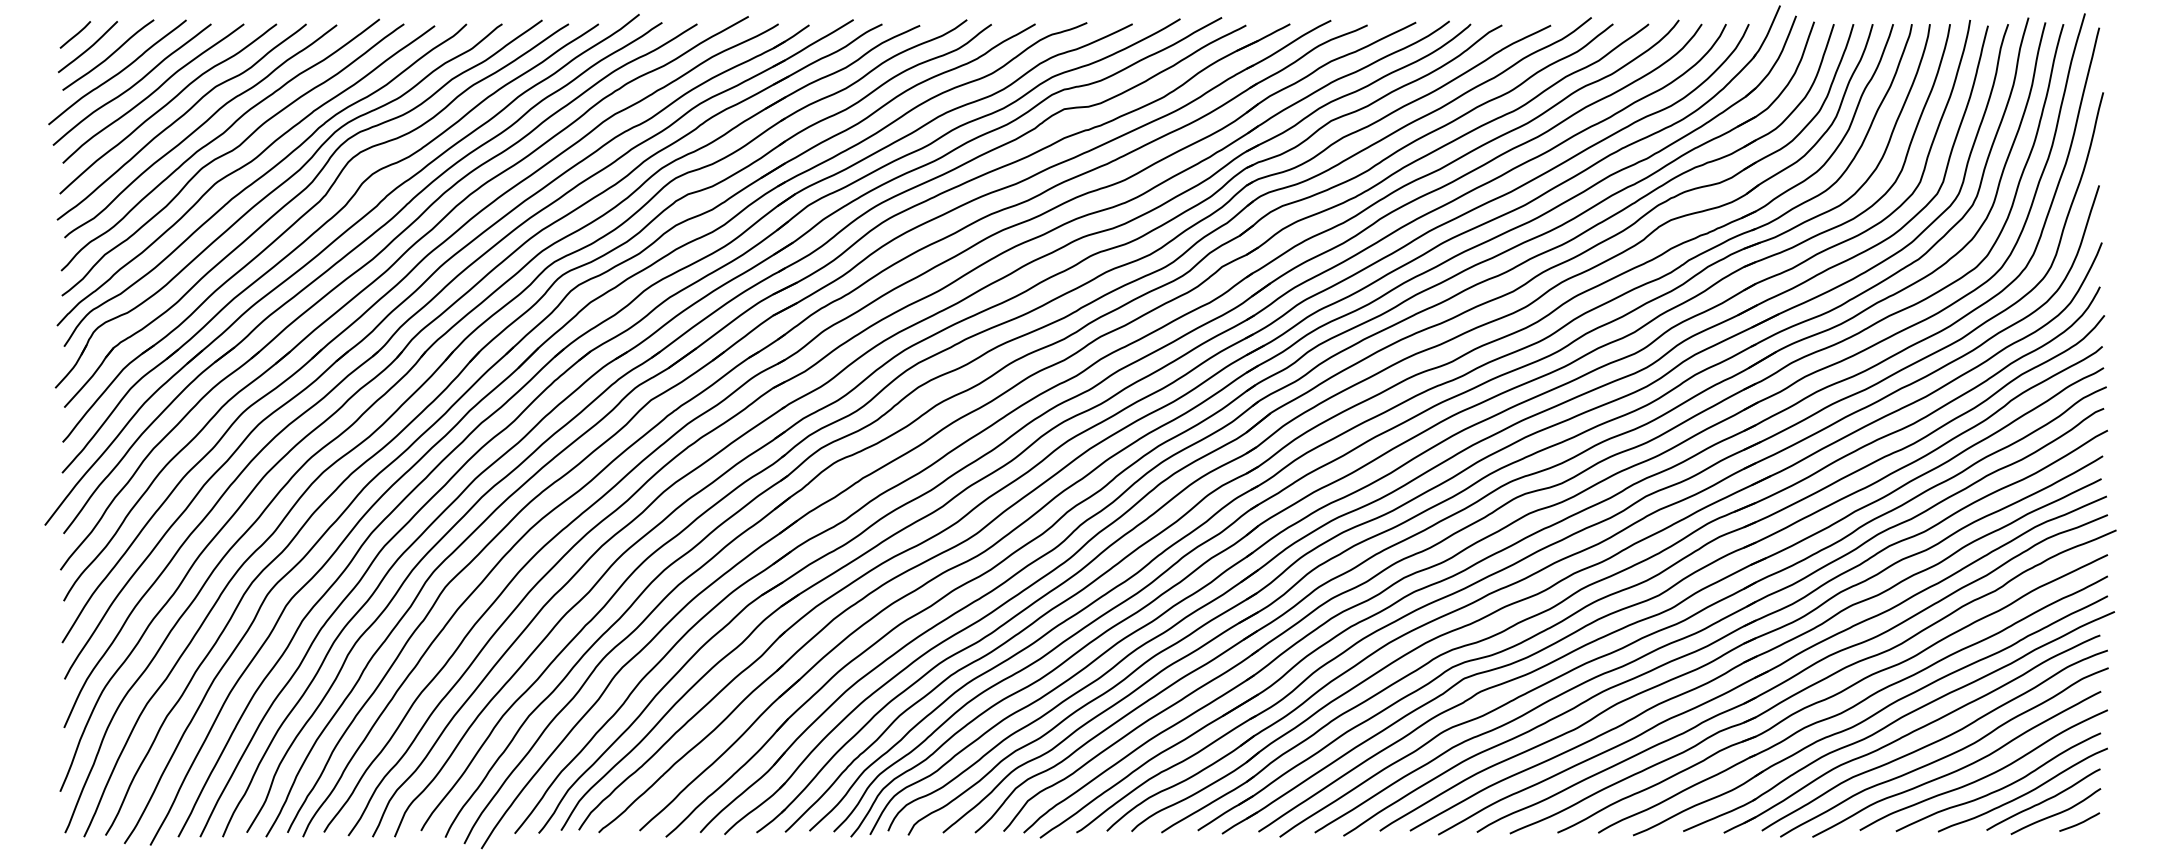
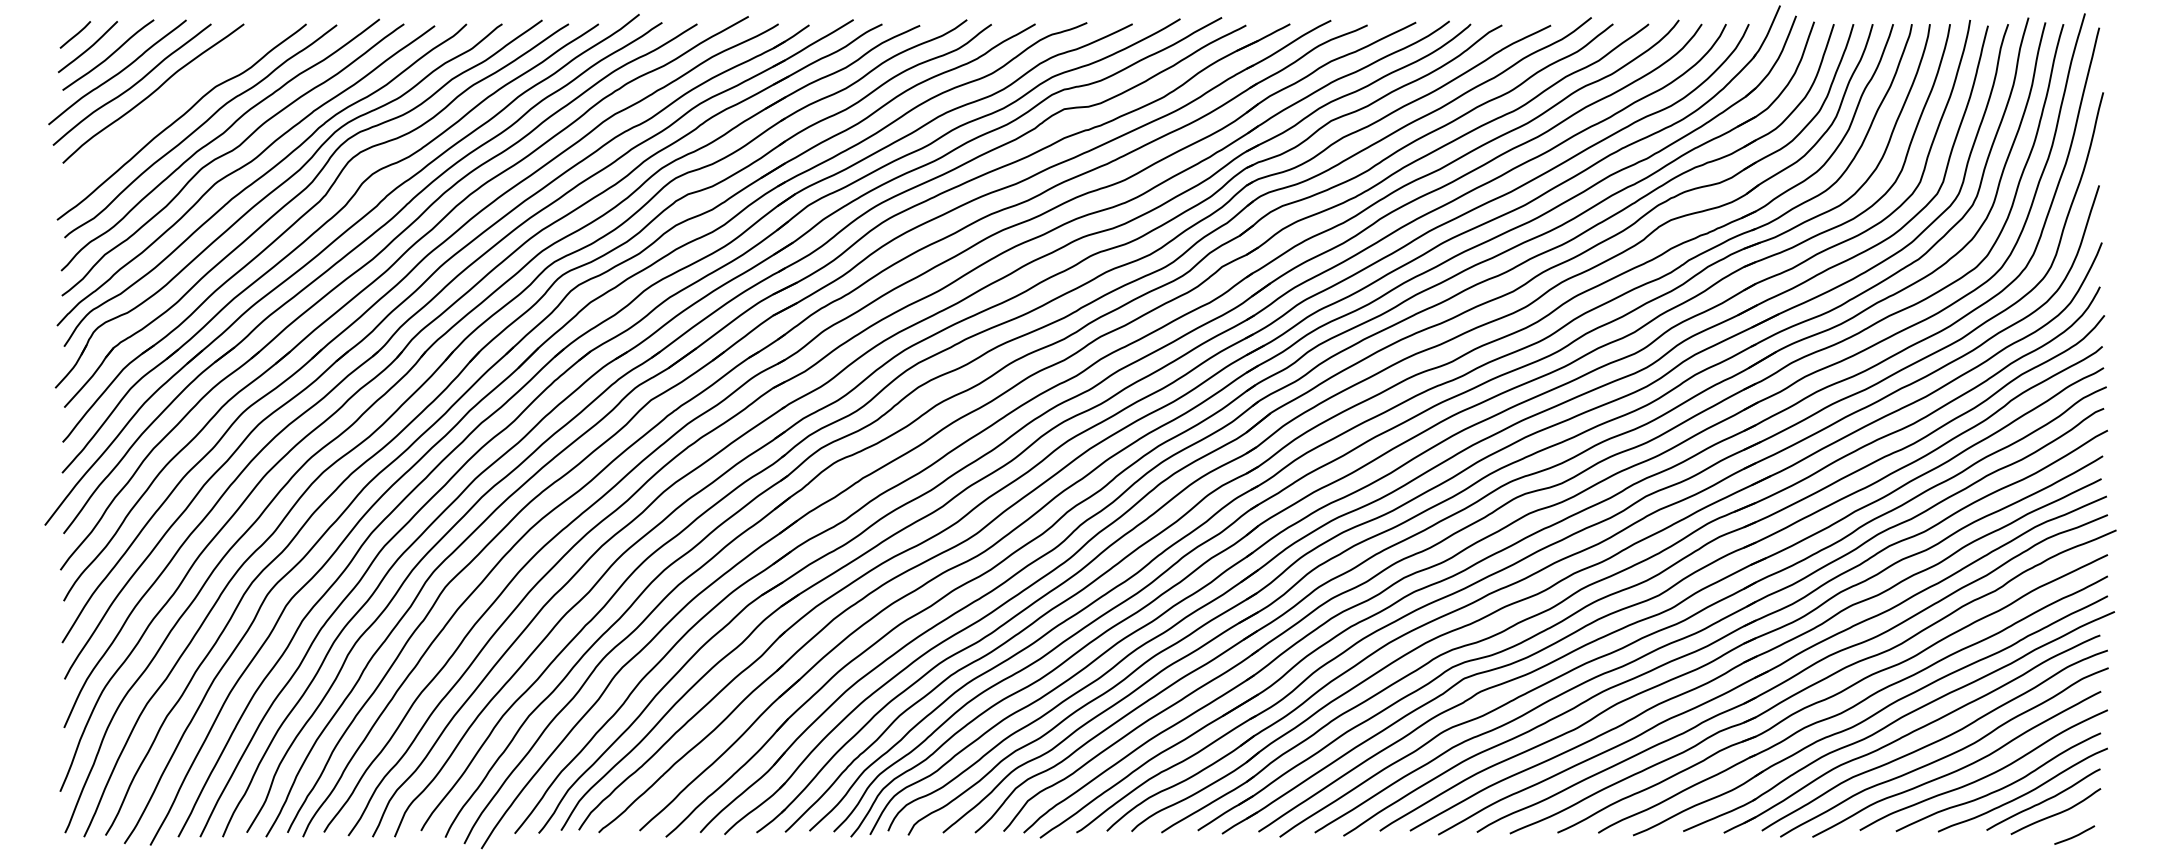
curve at (167, 105): present -> none
curve at (2079, 822) position: (2079, 822) -> (2074, 835)
